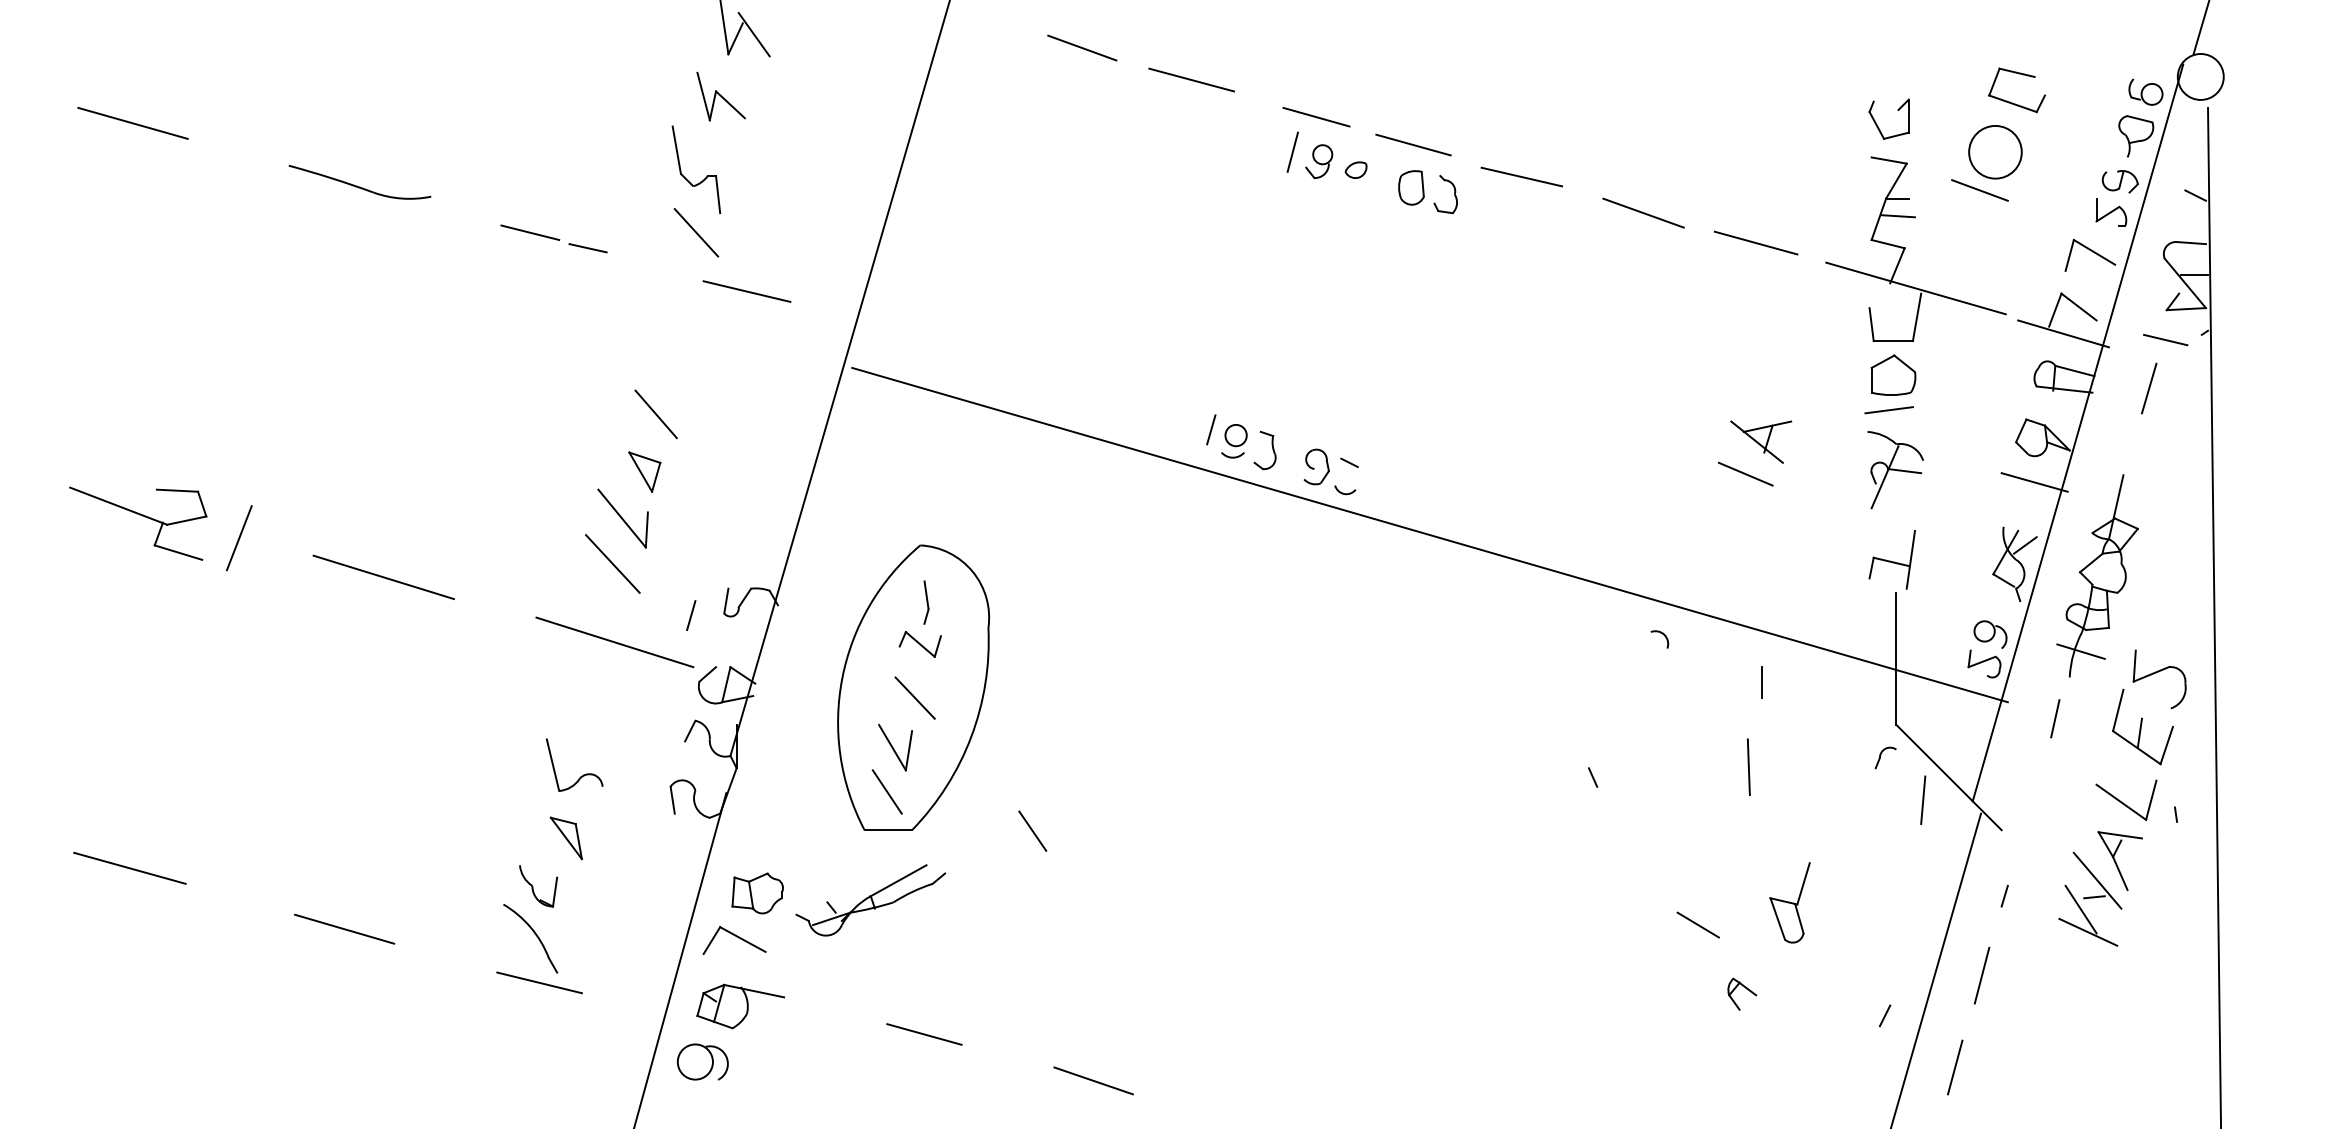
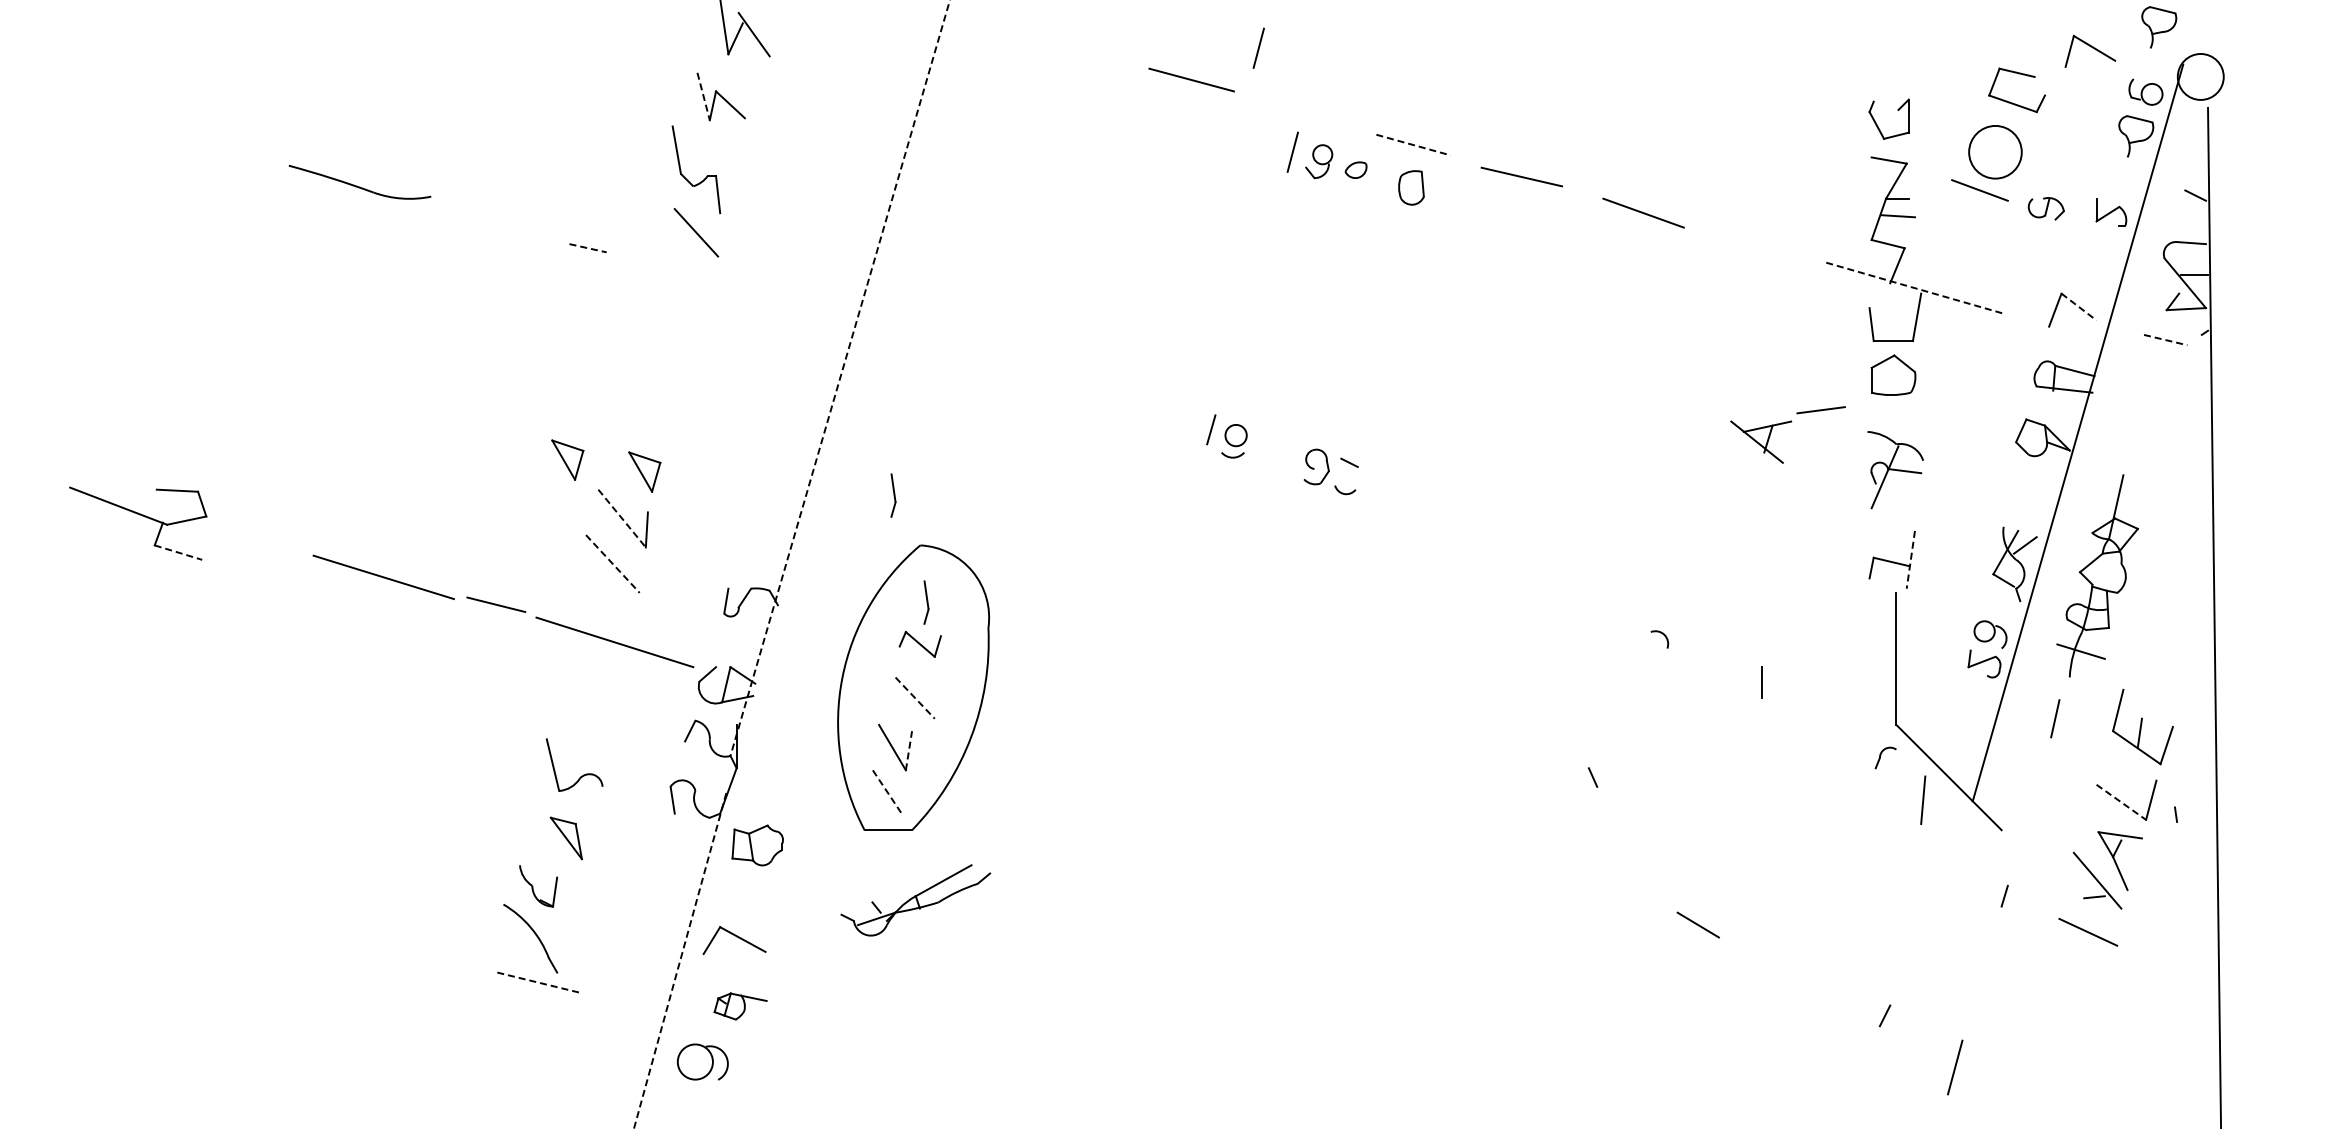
part at (2159, 27): none -> present
line at (2200, 28): present -> none
line at (1082, 47): present -> none
line at (1258, 47): none -> present
line at (703, 96): solid -> dashed
line at (1316, 116): present -> none
line at (132, 122): present -> none
line at (1413, 145): solid -> dashed
part at (2119, 181) position: (2119, 181) -> (2045, 208)
part at (1454, 194): present -> none
line at (530, 232) position: (530, 232) -> (496, 604)
line at (1755, 242): present -> none
line at (588, 248): solid -> dashed
part at (2090, 254) position: (2090, 254) -> (2090, 50)
line at (1916, 288): solid -> dashed
line at (746, 291): present -> none
line at (2079, 307): solid -> dashed
line at (2063, 333): present -> none
line at (2166, 340): solid -> dashed
line at (840, 378): solid -> dashed
line at (2148, 388): present -> none
line at (1888, 410) position: (1888, 410) -> (1820, 410)
line at (655, 414): present -> none
part at (1272, 450): present -> none
part at (567, 459): none -> present
line at (1745, 473): present -> none
line at (2034, 482): present -> none
part at (893, 495): none -> present
line at (622, 518): solid -> dashed
line at (1429, 534): present -> none
line at (238, 538): present -> none
line at (178, 552): solid -> dashed
line at (1910, 560): solid -> dashed
line at (613, 564): solid -> dashed
line at (691, 615): present -> none
part at (2156, 673): present -> none
line at (915, 698): solid -> dashed
line at (908, 750): solid -> dashed
line at (1748, 767): present -> none
line at (887, 792): solid -> dashed
line at (2121, 802): solid -> dashed
line at (1032, 830): present -> none
line at (129, 867): present -> none
part at (757, 893) position: (757, 893) -> (757, 845)
part at (870, 900) position: (870, 900) -> (915, 900)
part at (1789, 902): present -> none
line at (2080, 909): present -> none
line at (344, 928): present -> none
line at (680, 960): solid -> dashed
line at (1936, 969): present -> none
line at (1981, 975): present -> none
line at (539, 982): solid -> dashed
part at (1742, 993): present -> none
part at (740, 1006) size: 89x47 px -> 55x29 px
line at (924, 1034): present -> none
line at (1093, 1080): present -> none
